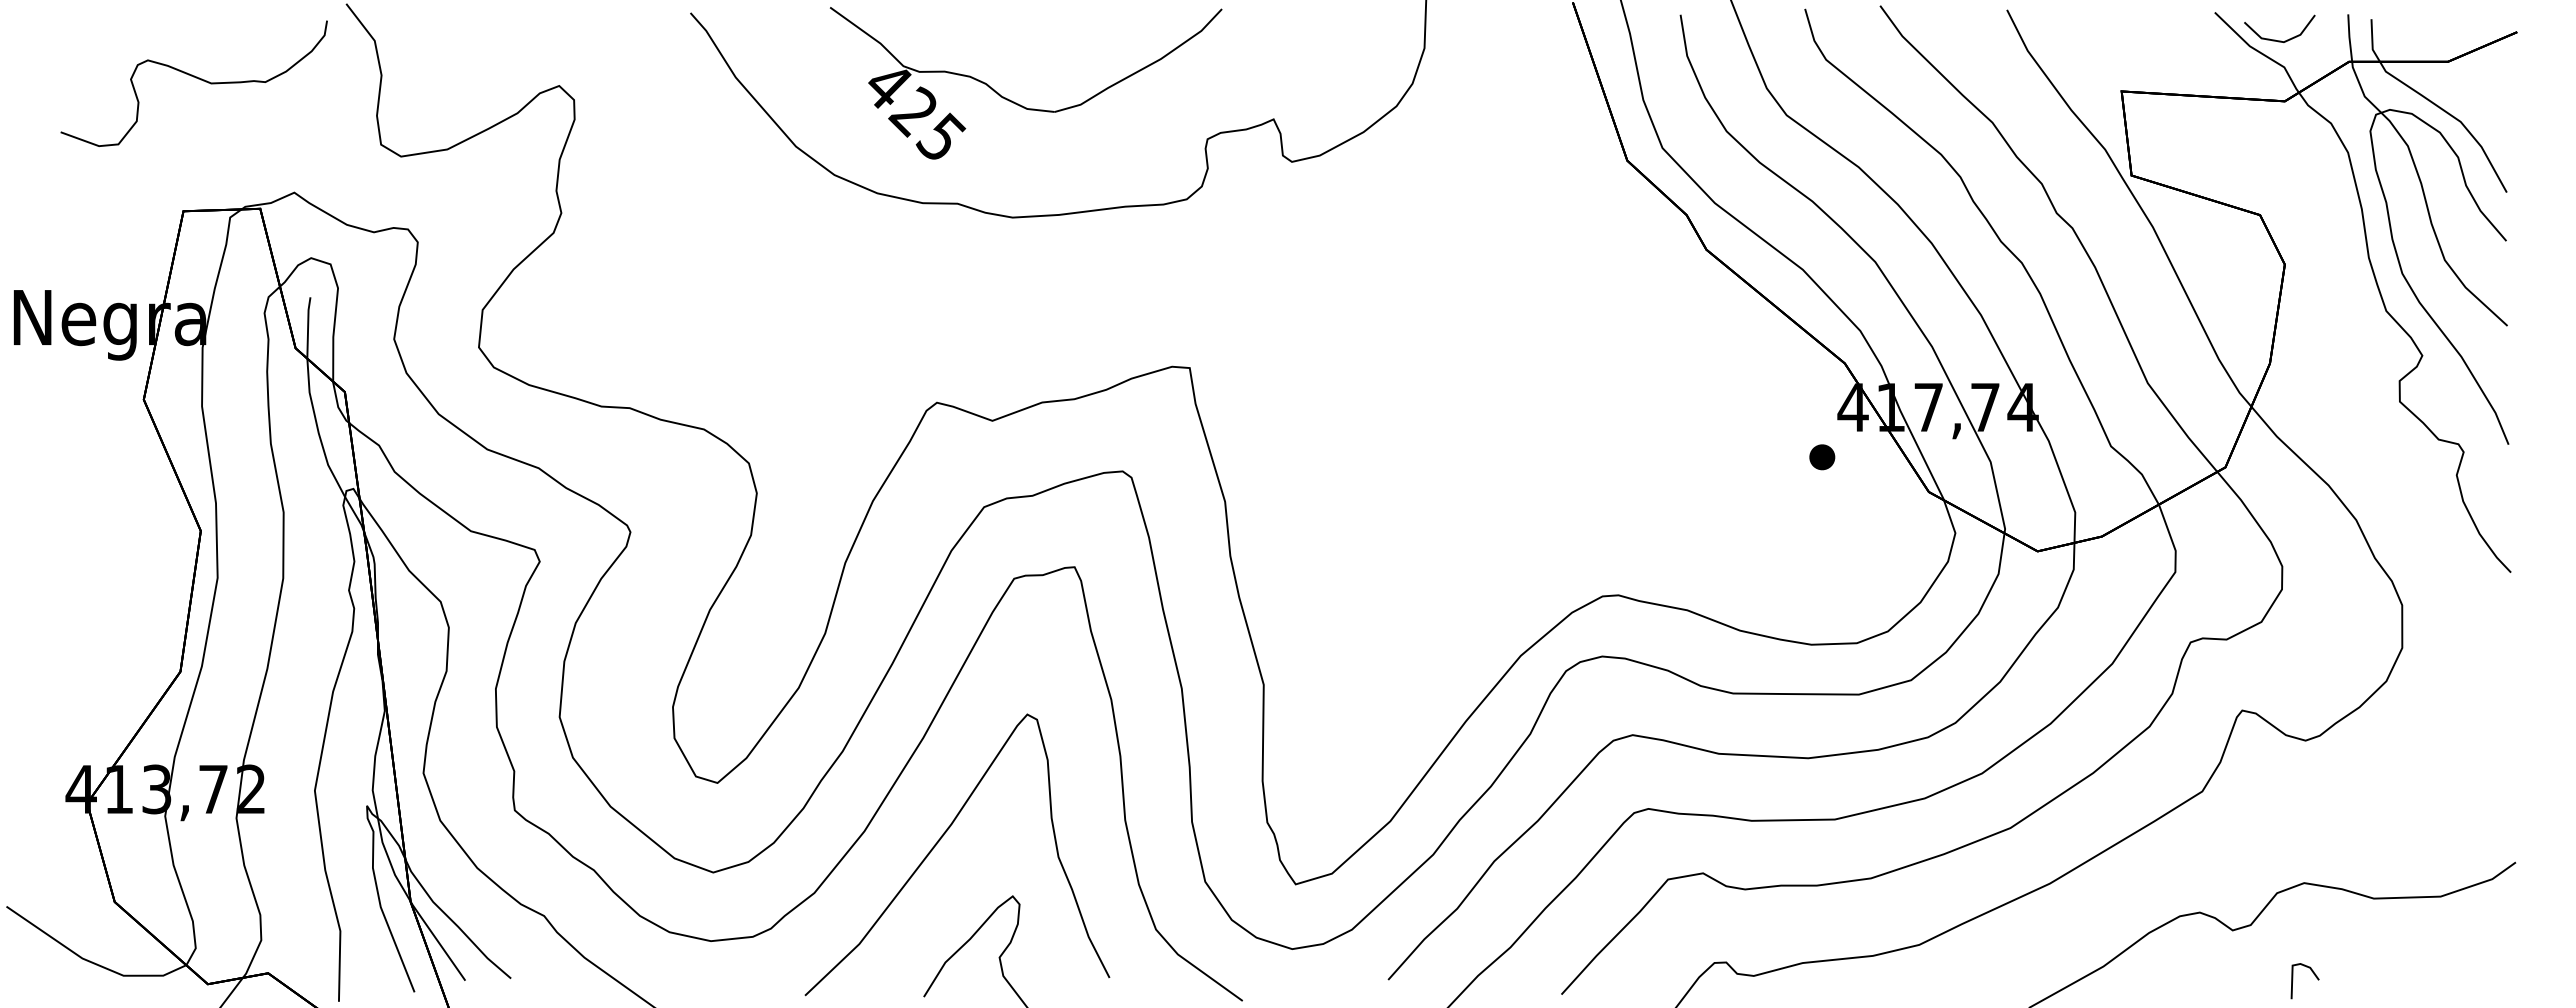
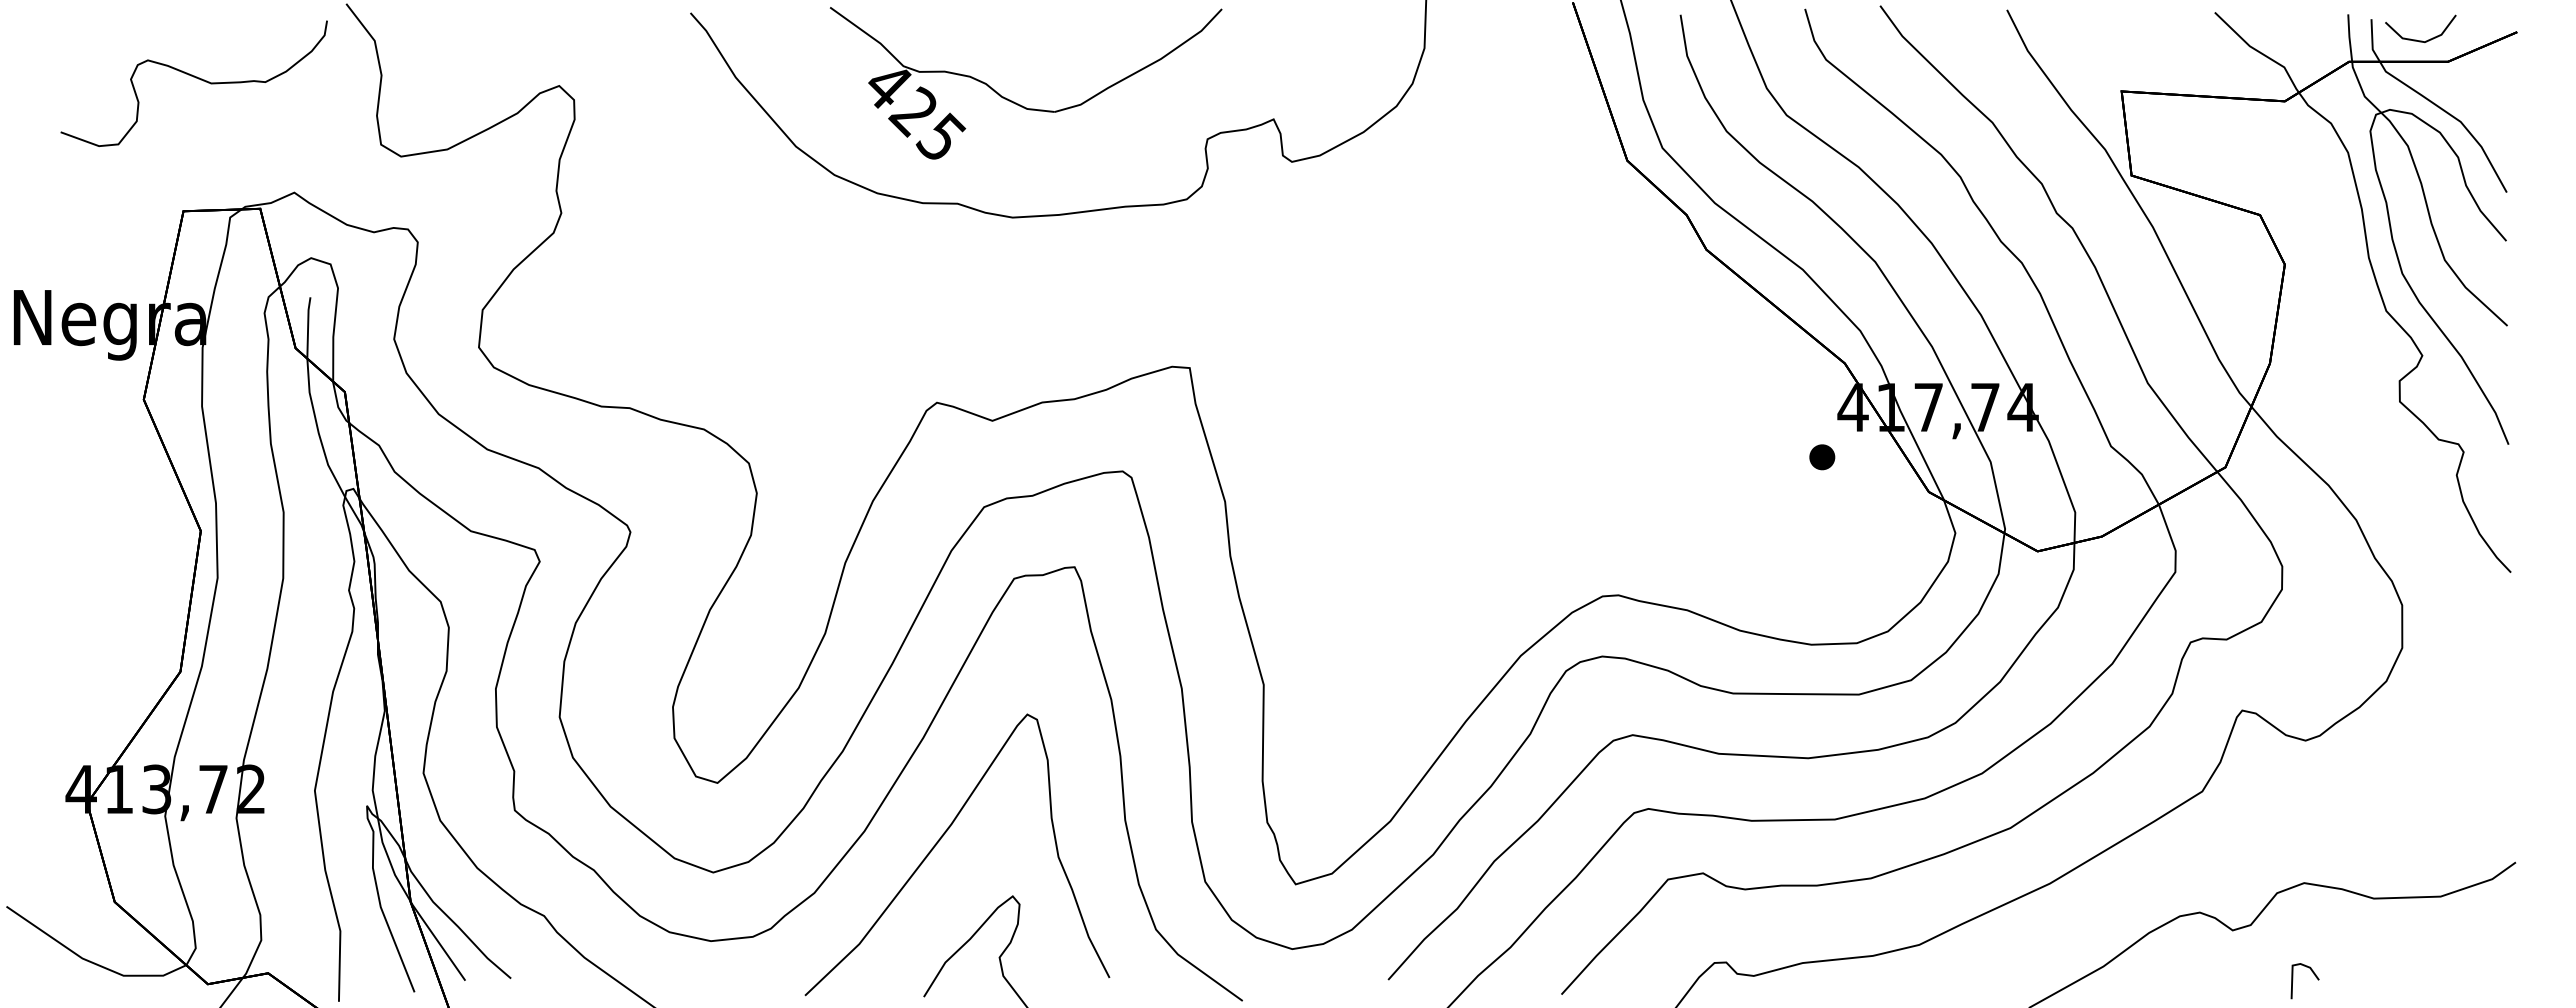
line at (2275, 39) position: (2275, 39) -> (2416, 39)
